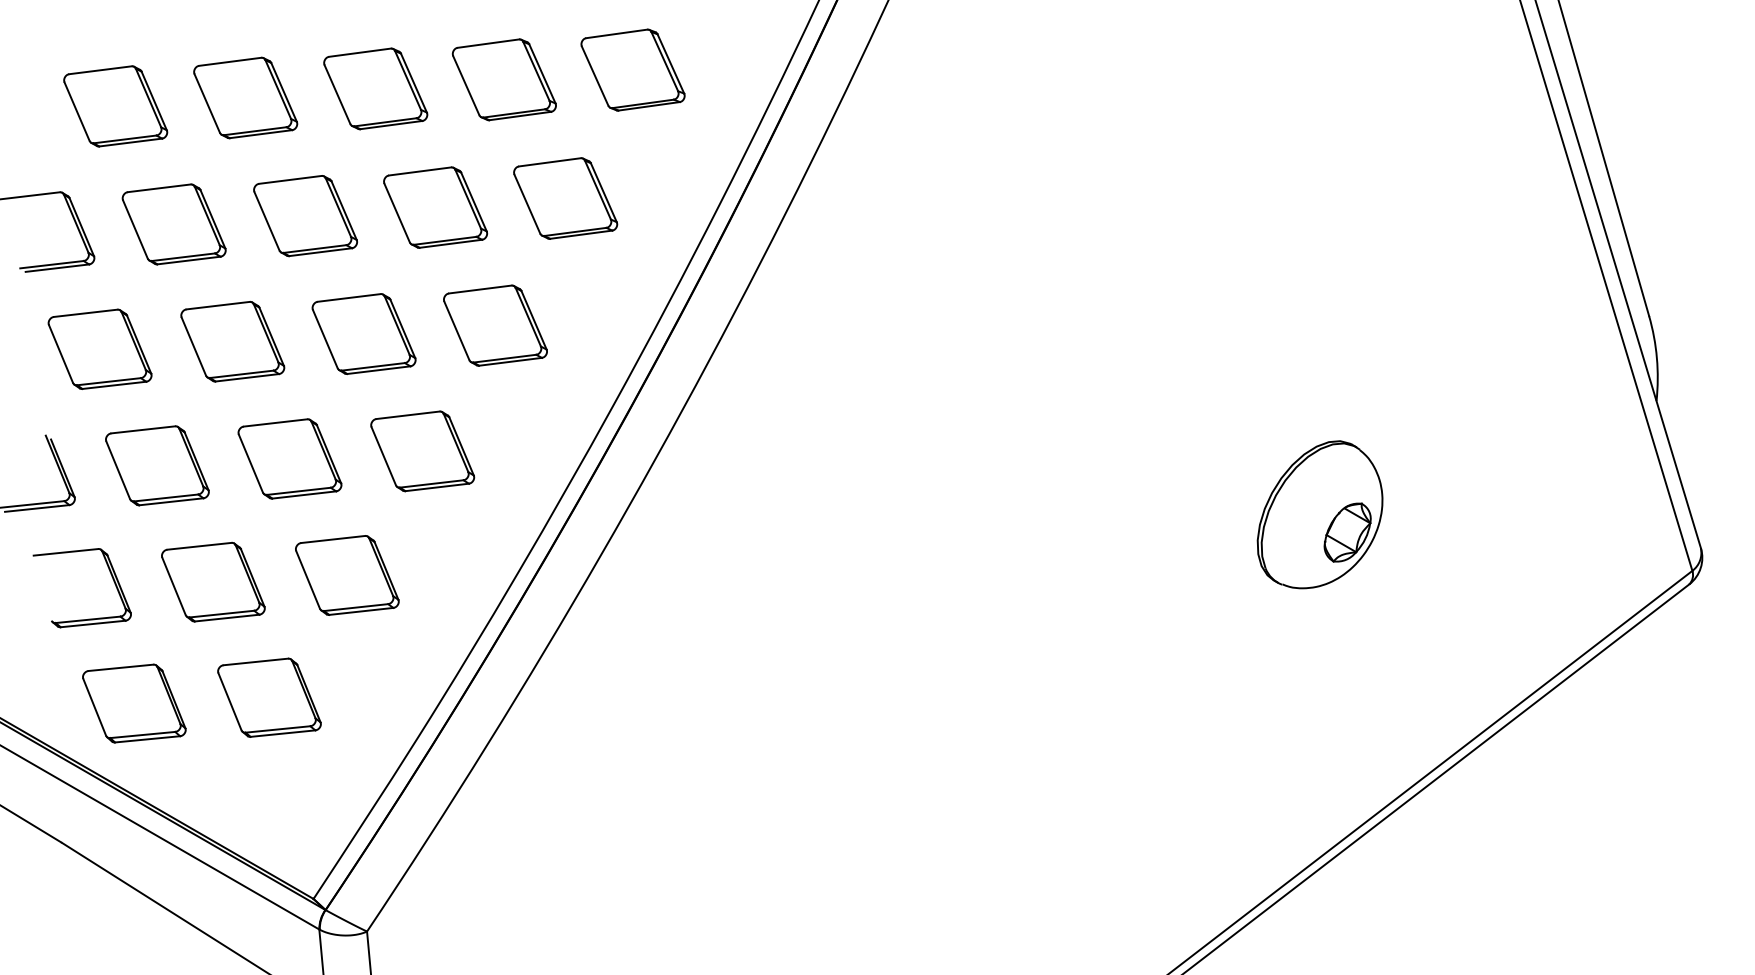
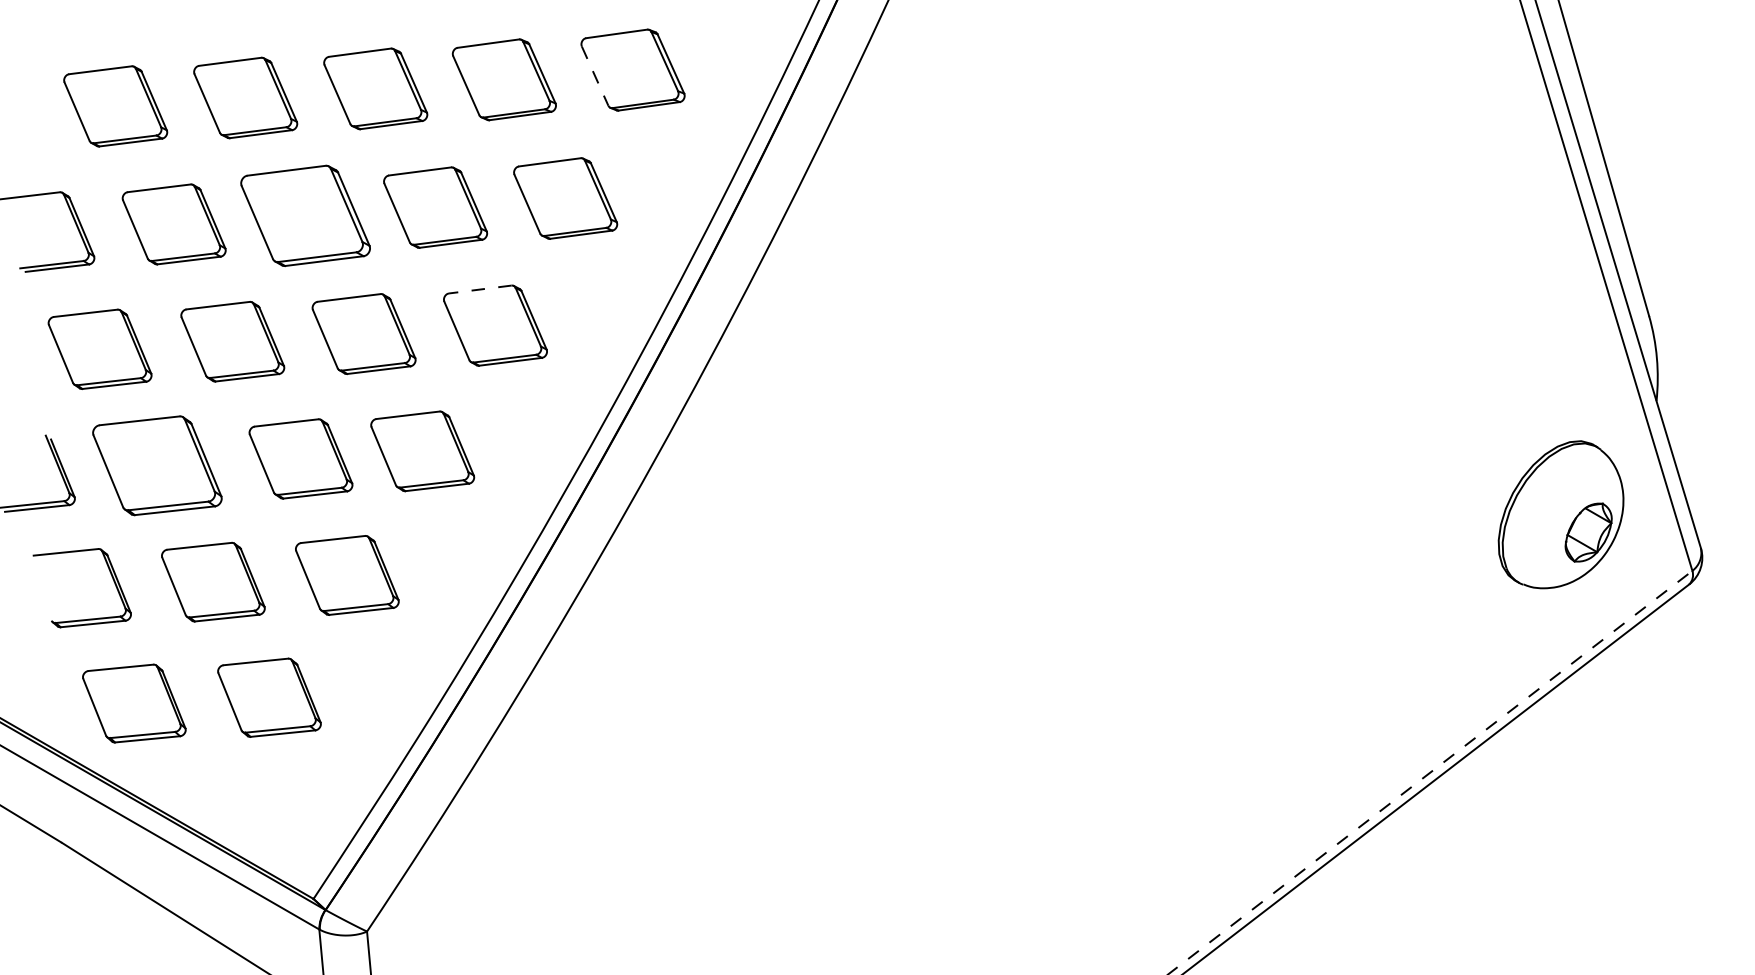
line at (595, 76): solid -> dashed
part at (305, 216) size: 105x83 px -> 131x103 px
line at (480, 289): solid -> dashed
part at (289, 458) position: (289, 458) -> (300, 458)
part at (157, 465) size: 105x82 px -> 131x102 px
part at (1319, 514) position: (1319, 514) -> (1560, 514)
line at (1430, 772): solid -> dashed
